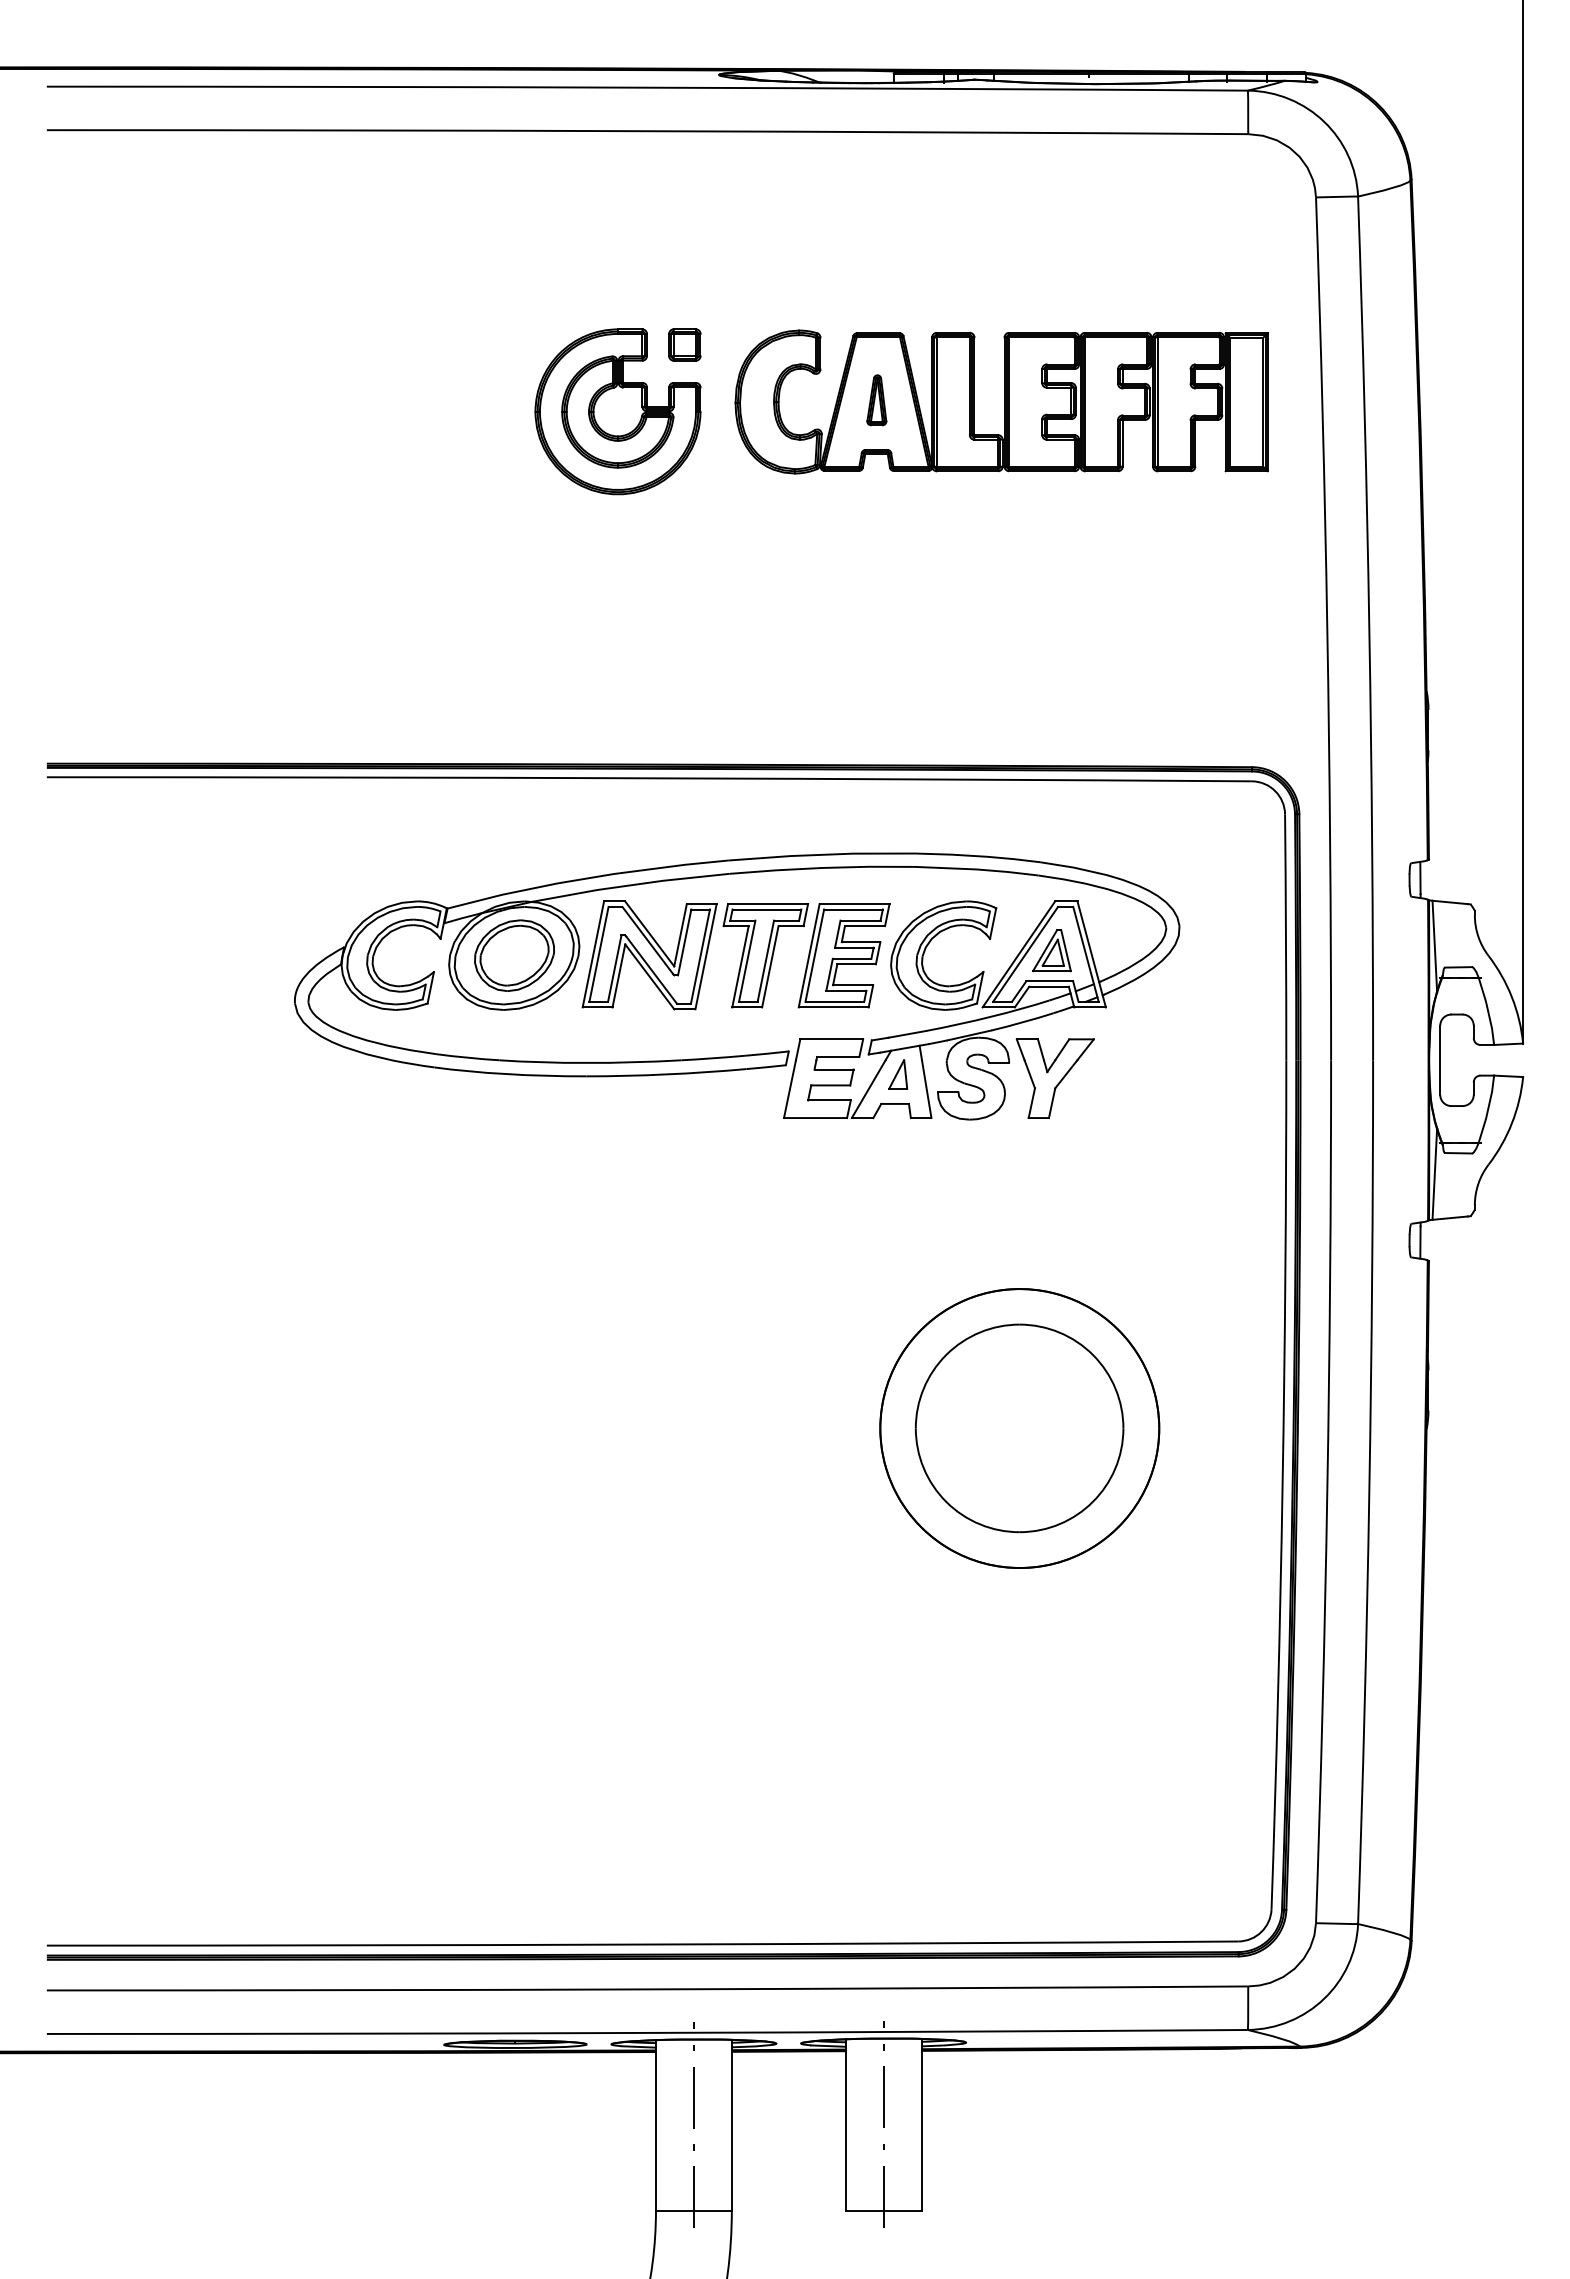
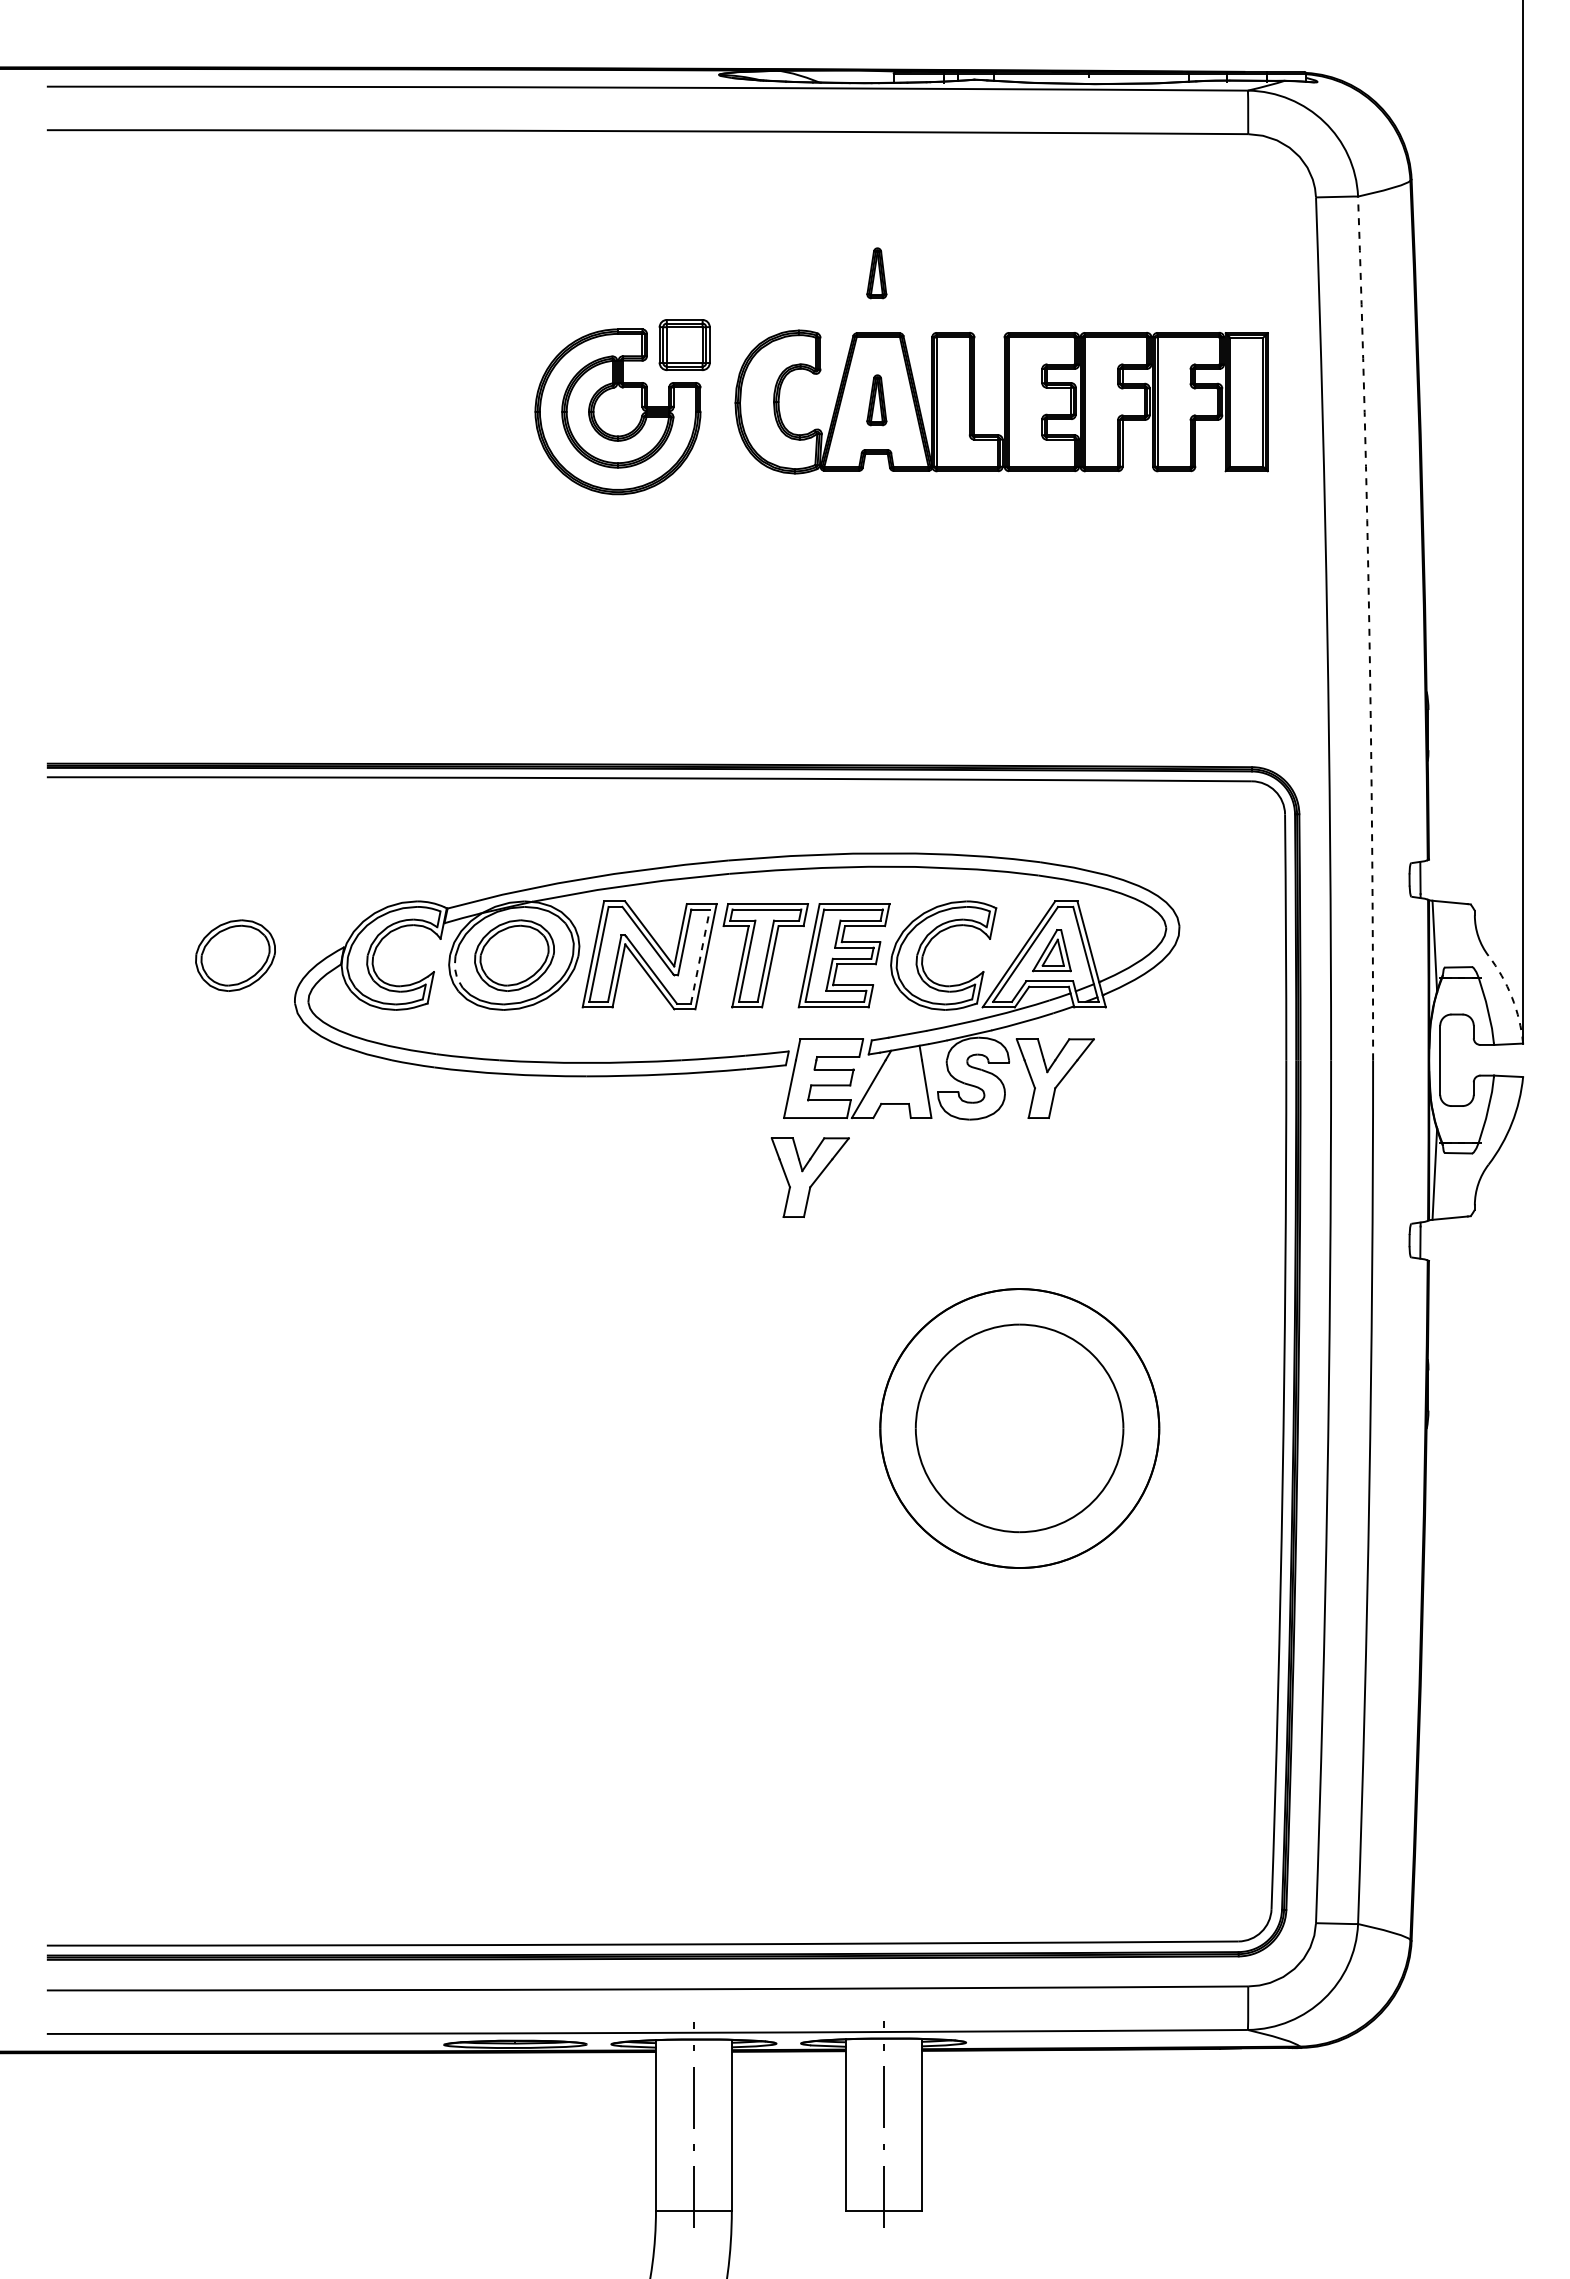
part at (876, 273): none -> present
part at (684, 344) size: 34x34 px -> 53x53 px
arc at (1369, 628): solid -> dashed
part at (235, 955): none -> present
line at (700, 956): solid -> dashed
line at (455, 973): solid -> dashed
arc at (1511, 997): solid -> dashed
part at (898, 1074): present -> none
part at (809, 1177): none -> present
